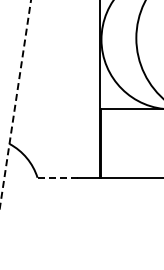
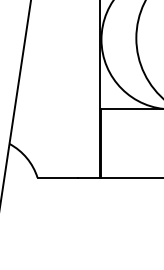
line at (15, 102): dashed -> solid
line at (57, 177): dashed -> solid
